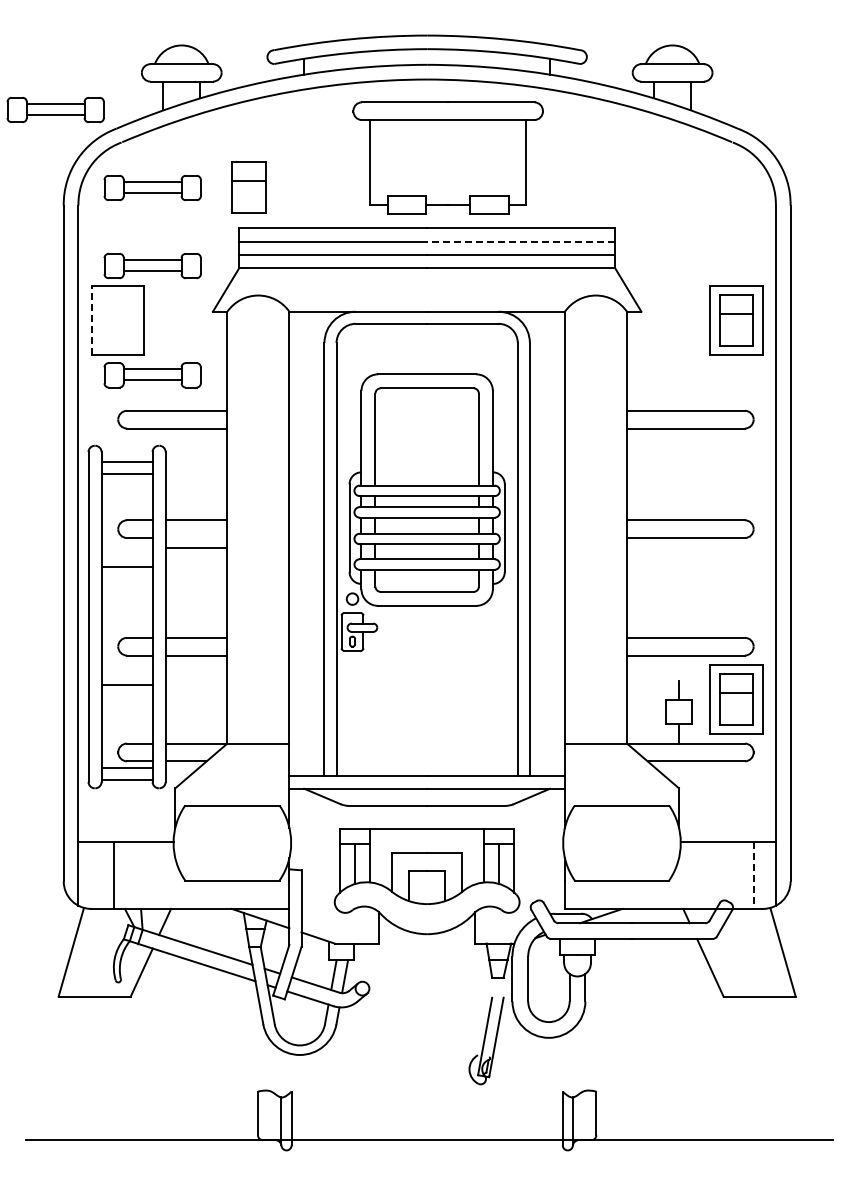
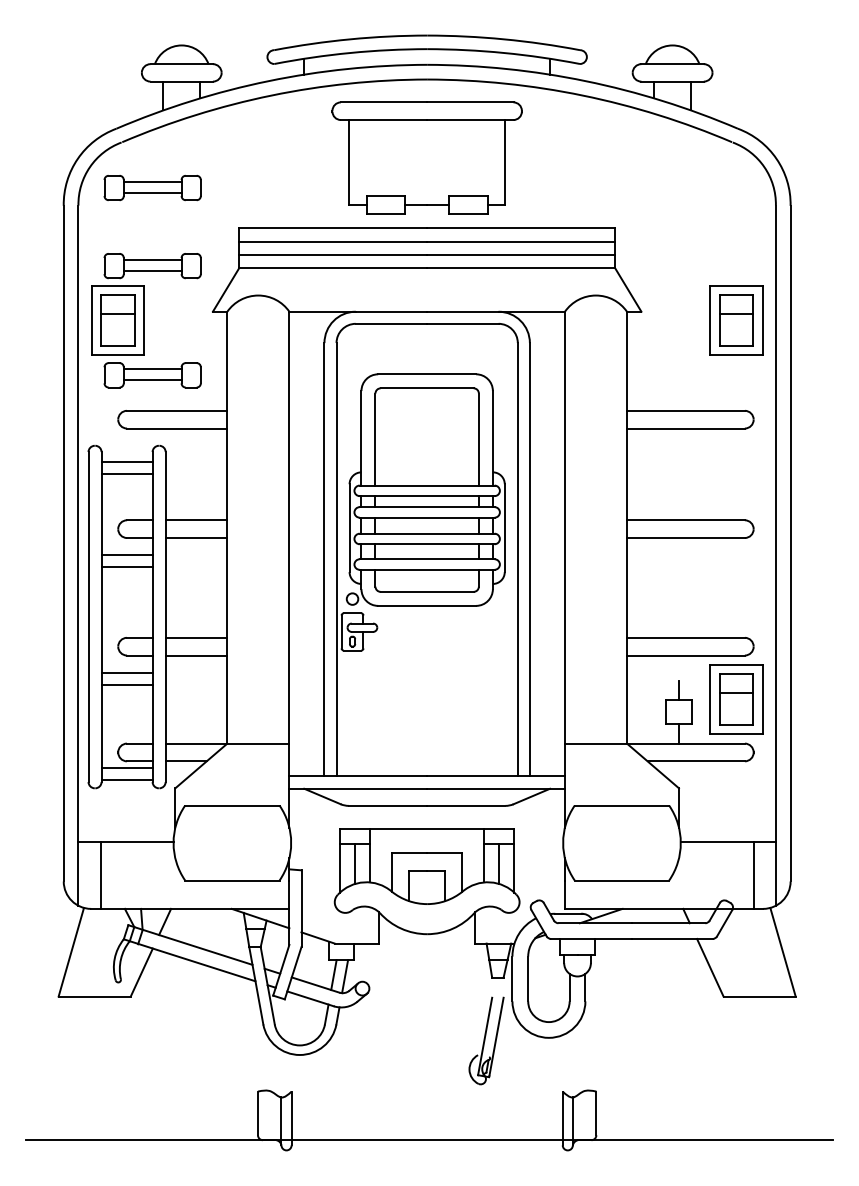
part at (55, 110): present -> none
part at (447, 157) position: (447, 157) -> (426, 157)
part at (248, 187) position: (248, 187) -> (117, 320)
line at (521, 242): dashed -> solid
line at (91, 320): dashed -> solid
line at (196, 548) position: (196, 548) -> (196, 538)
line at (126, 555): none -> present
line at (126, 673): none -> present
line at (113, 874) position: (113, 874) -> (100, 874)
line at (753, 875): dashed -> solid
